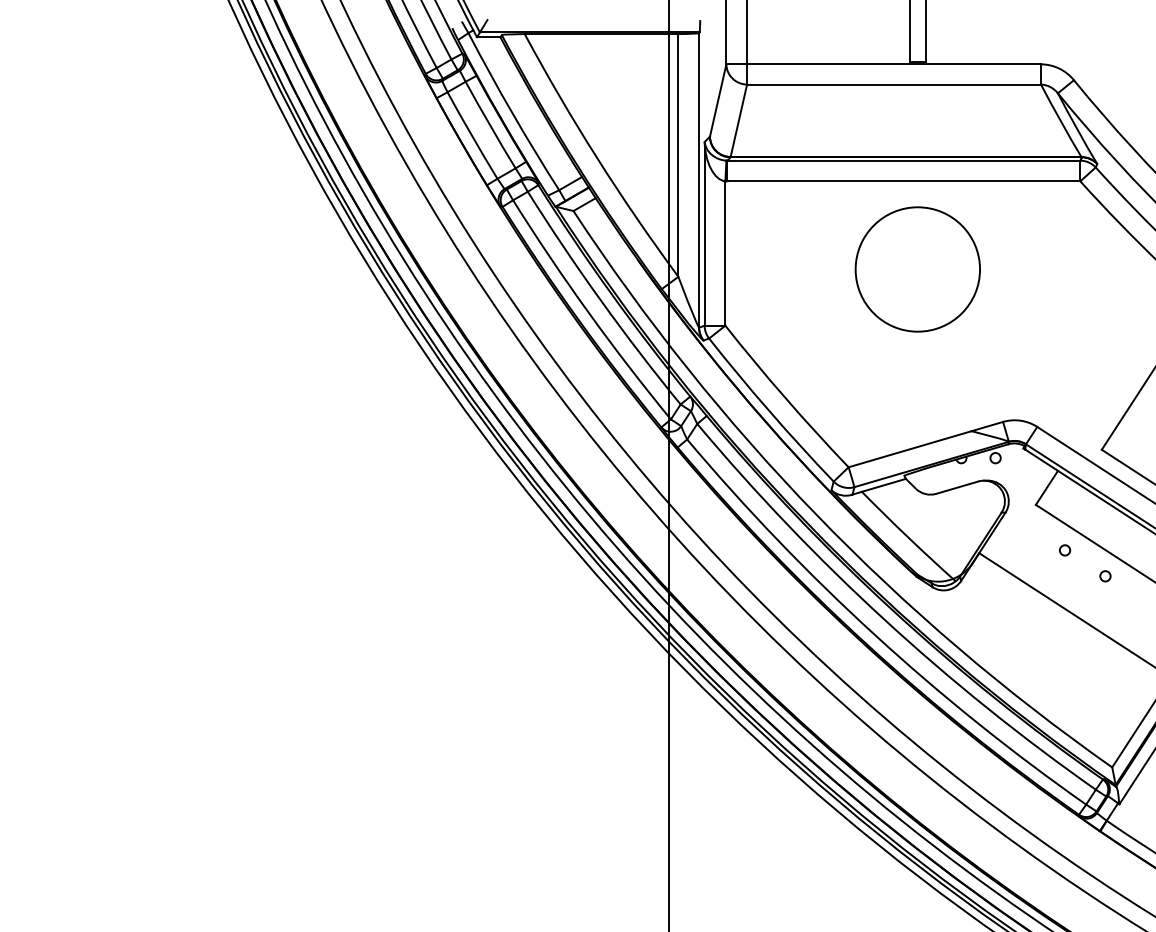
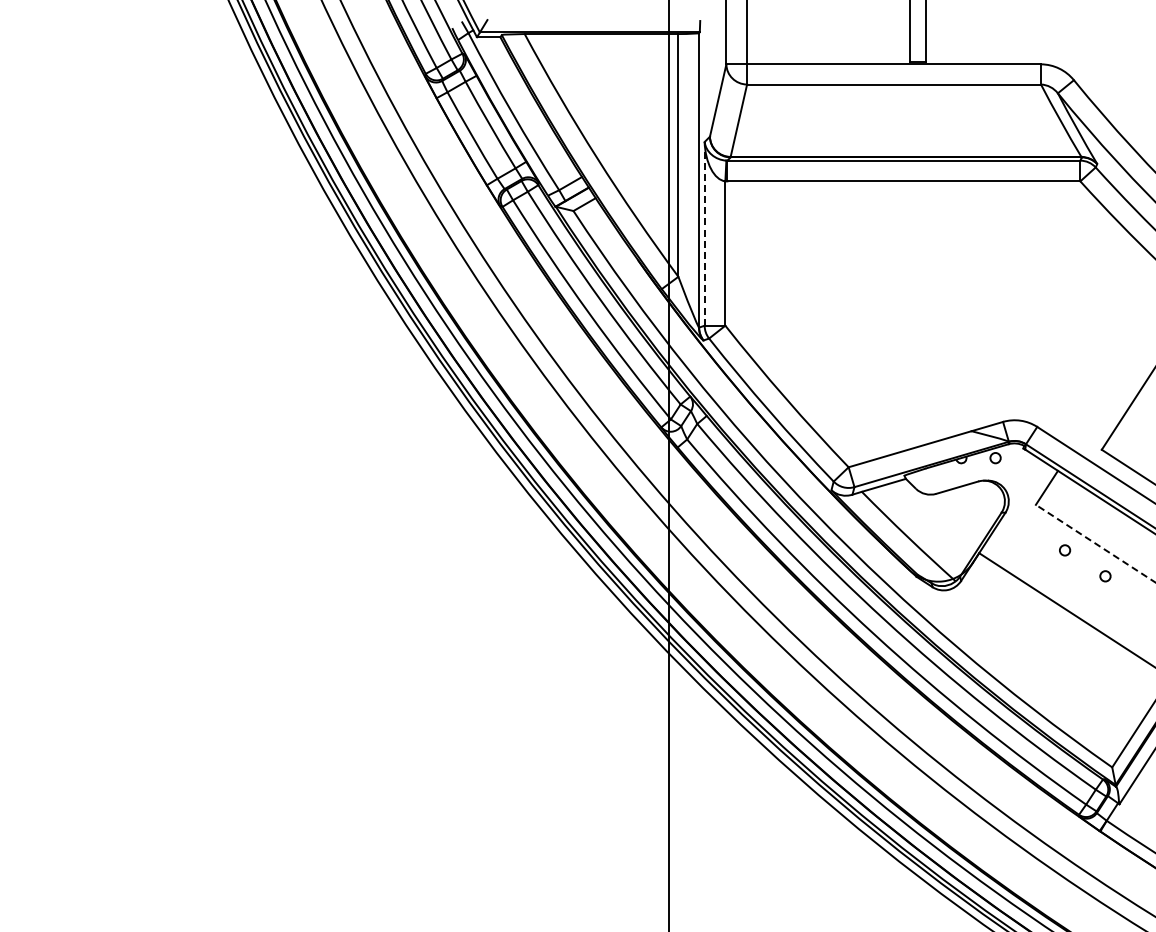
line at (704, 233): solid -> dashed
circle at (917, 269): present -> none
line at (1095, 543): solid -> dashed
